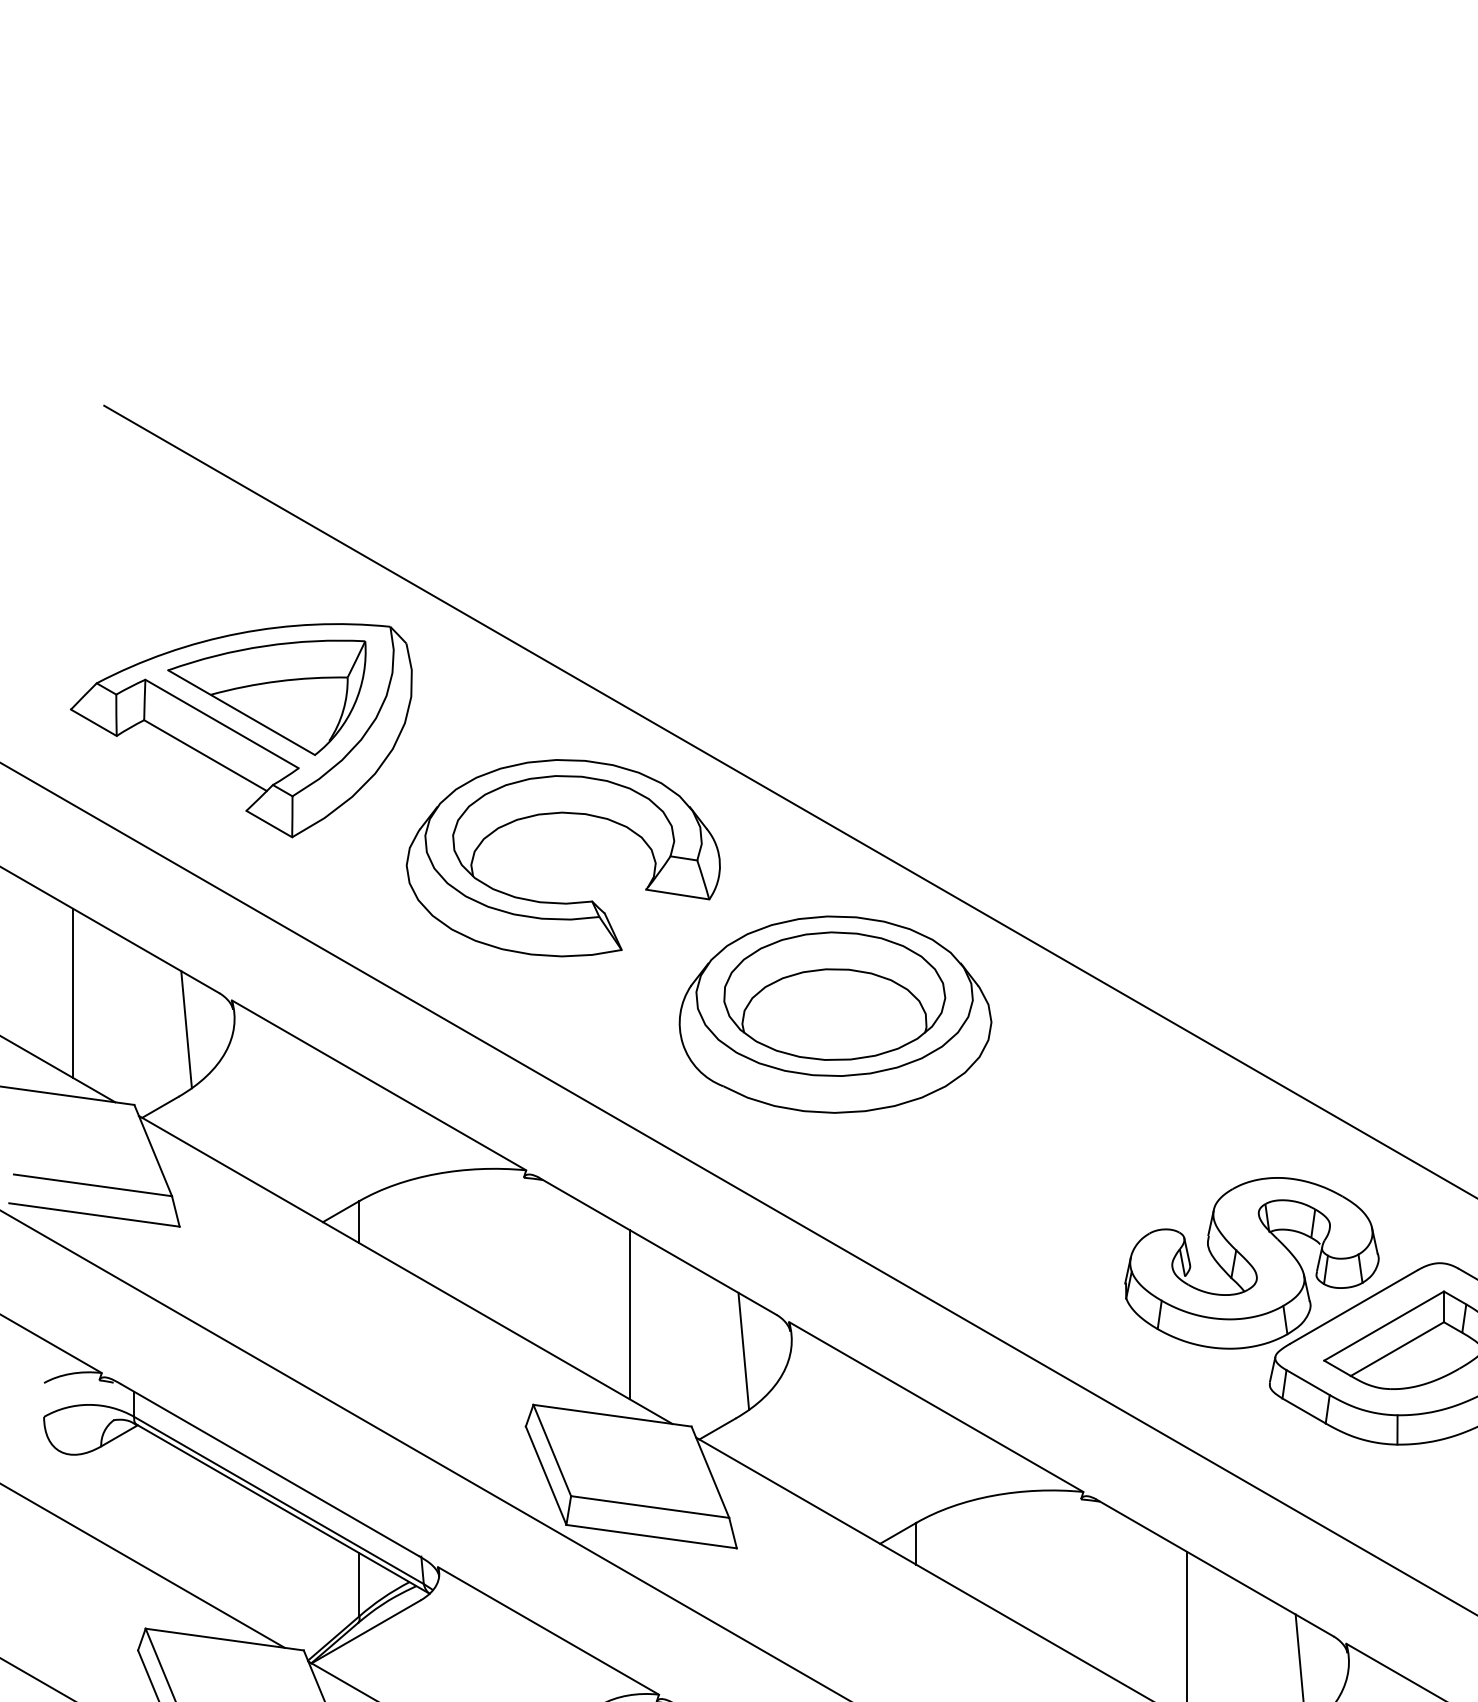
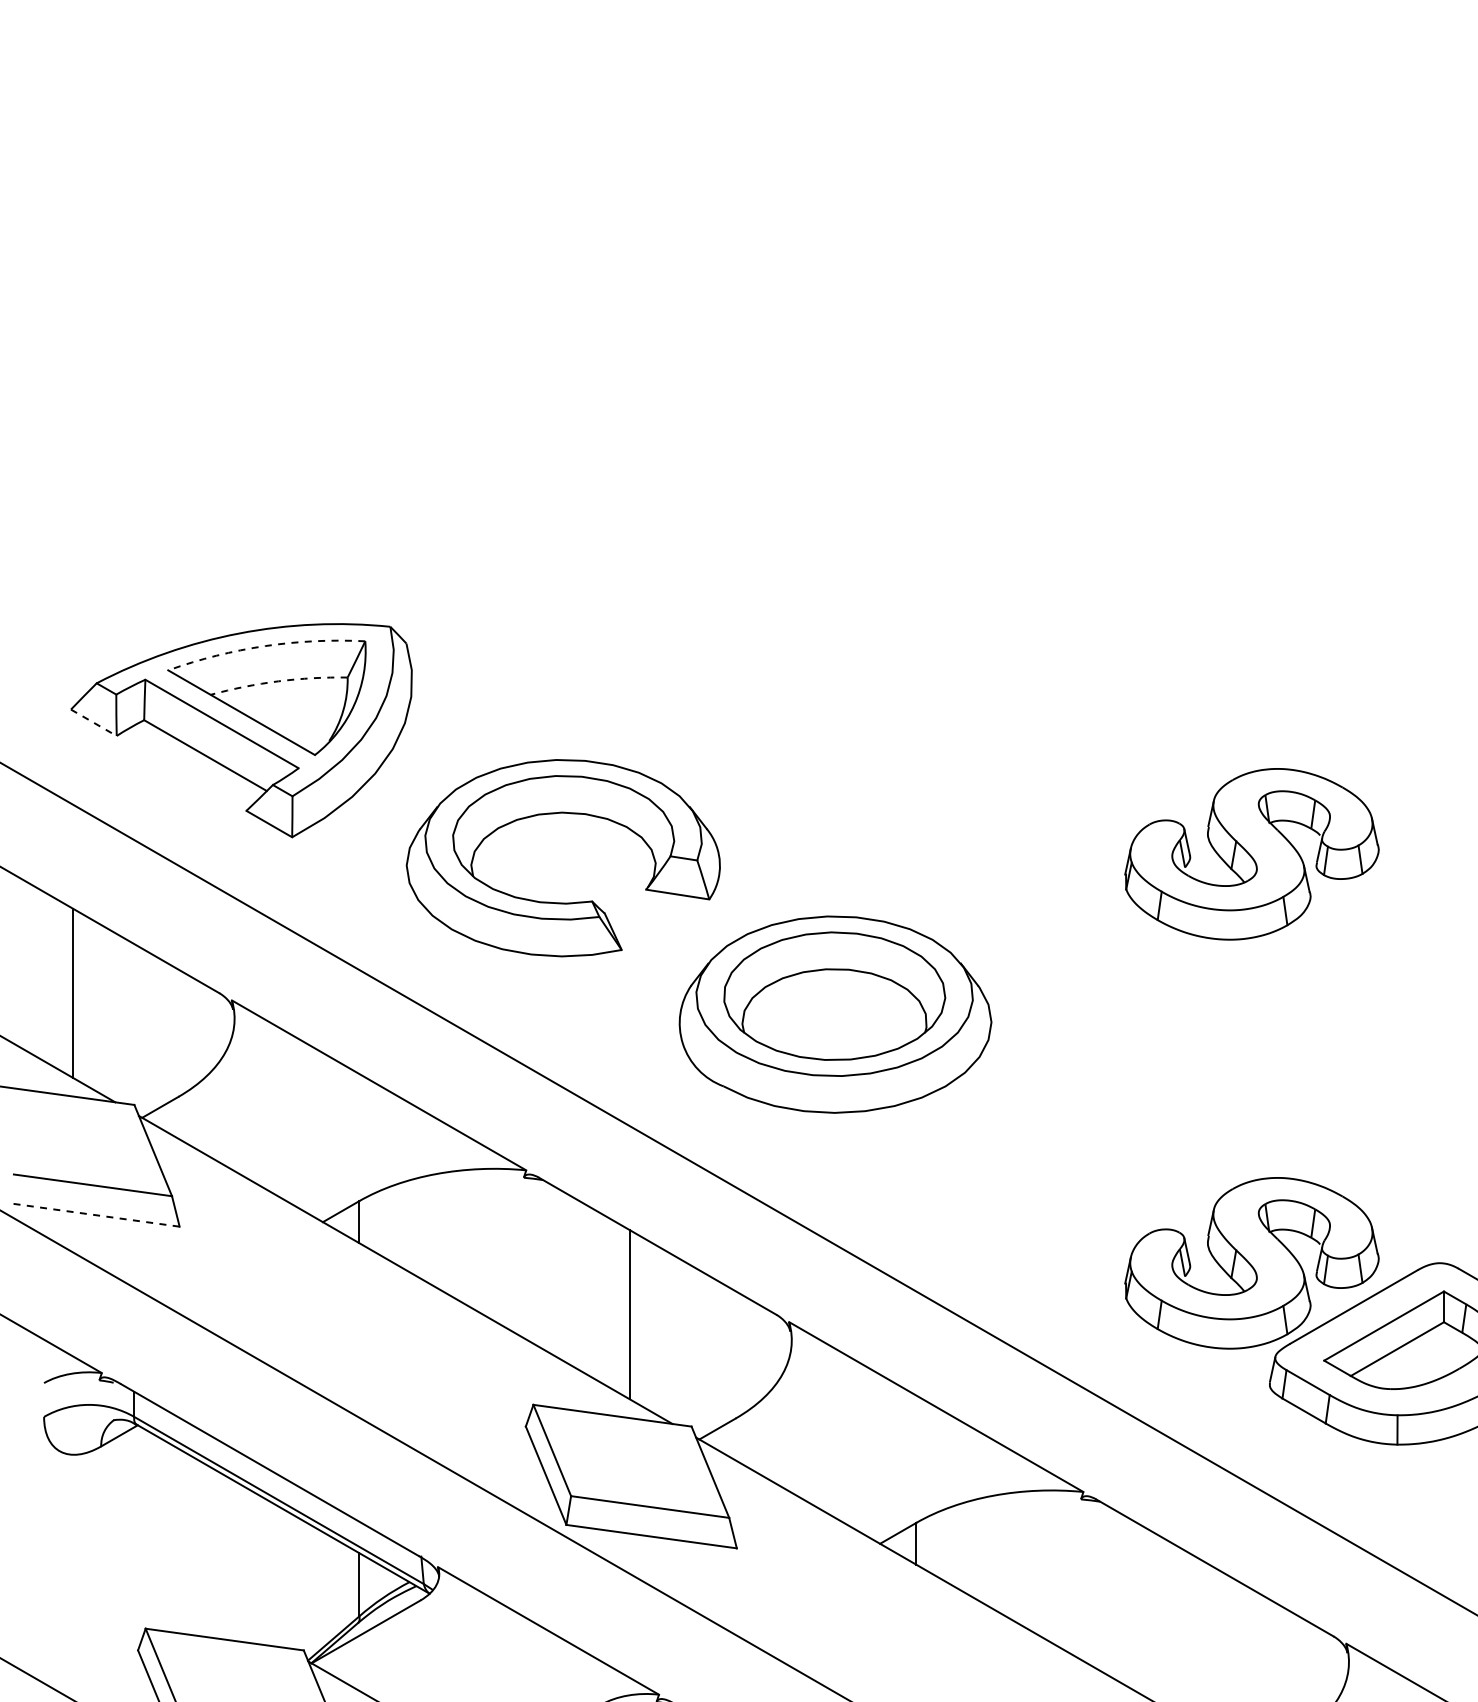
arc at (265, 646): solid -> dashed
arc at (278, 681): solid -> dashed
line at (94, 723): solid -> dashed
line at (789, 800): present -> none
part at (1251, 854): none -> present
line at (186, 1029): present -> none
line at (94, 1214): solid -> dashed
line at (743, 1350): present -> none
line at (143, 1565): present -> none
line at (1187, 1624): present -> none
line at (1299, 1656): present -> none
